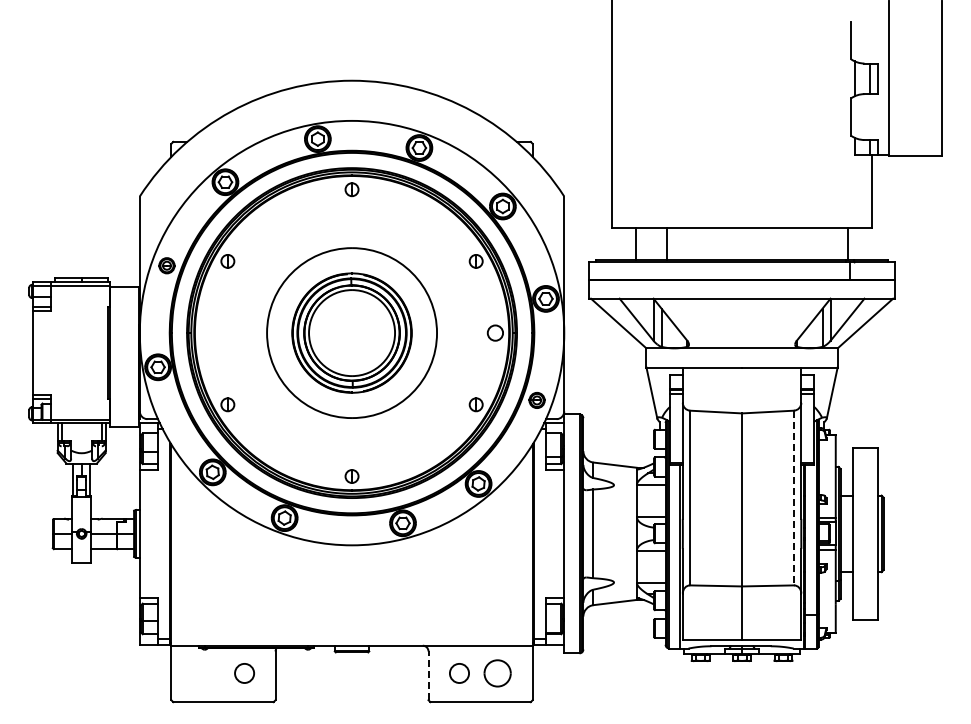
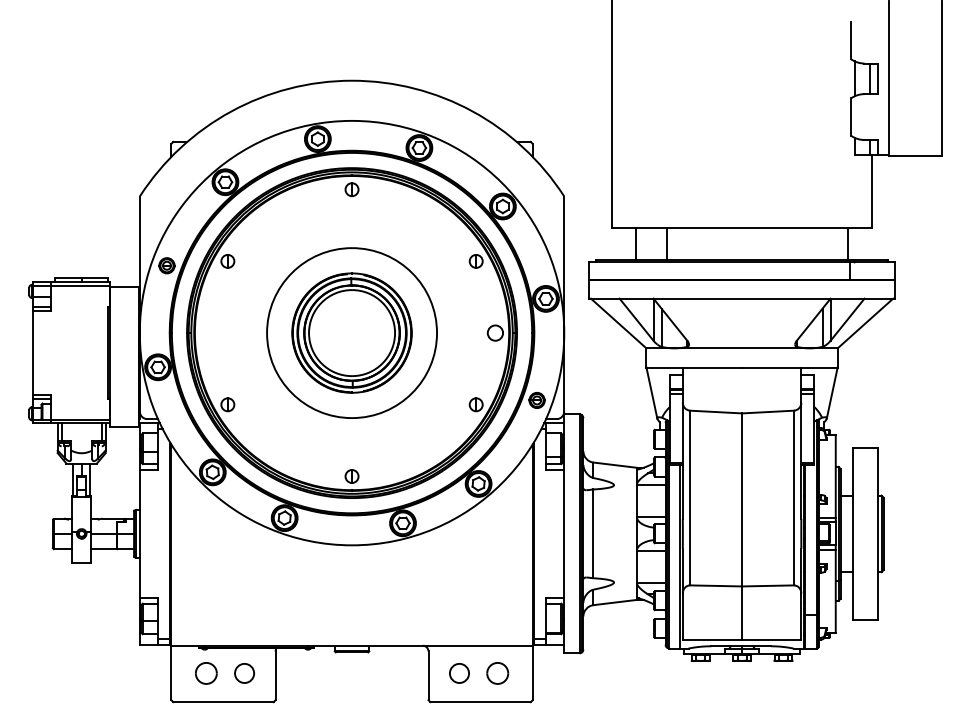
line at (793, 498): dashed -> solid
part at (206, 673): none -> present
part at (497, 673) size: 29x29 px -> 24x23 px
line at (428, 675): dashed -> solid
